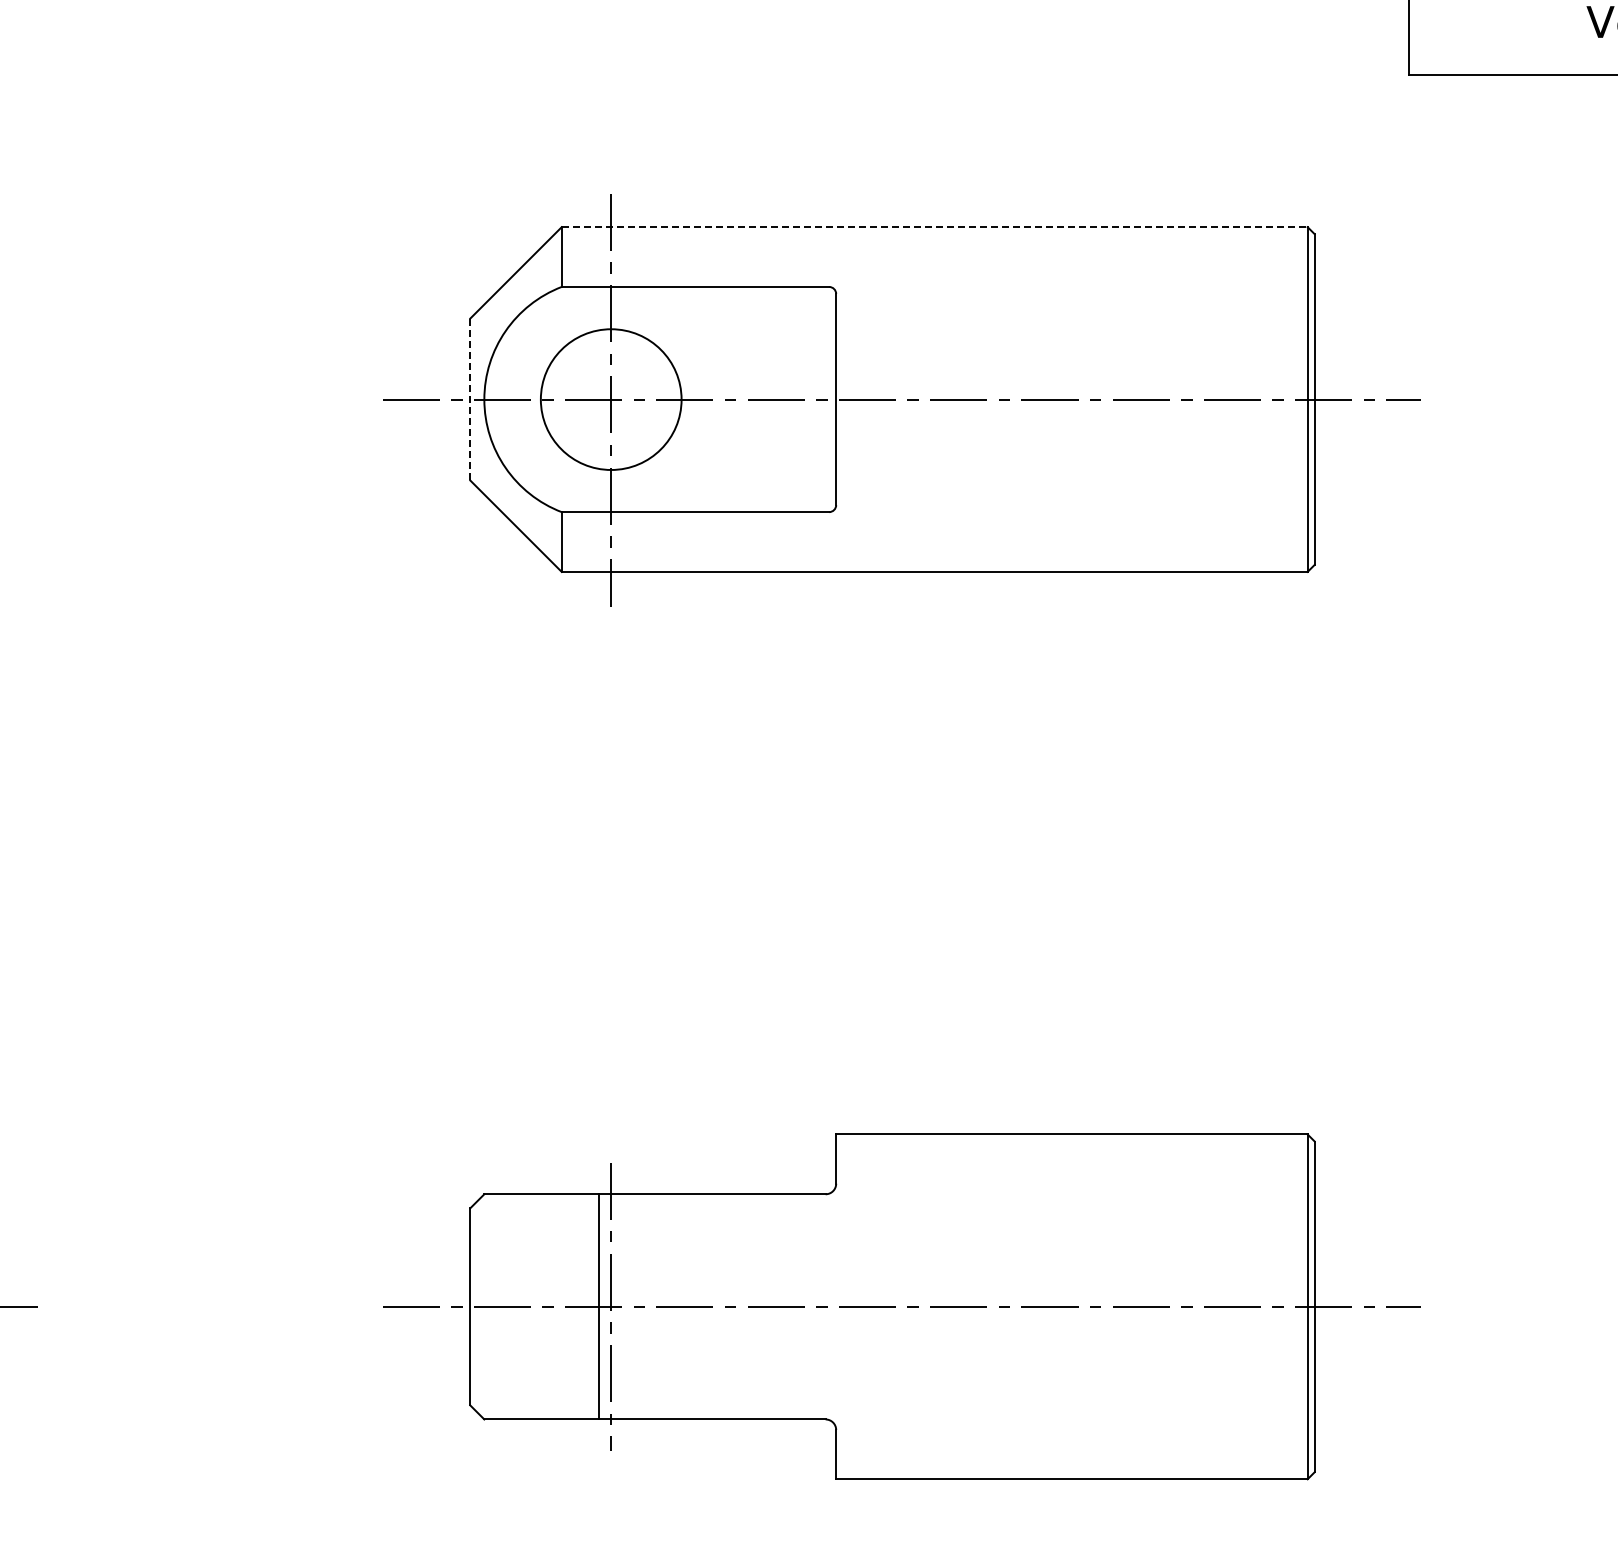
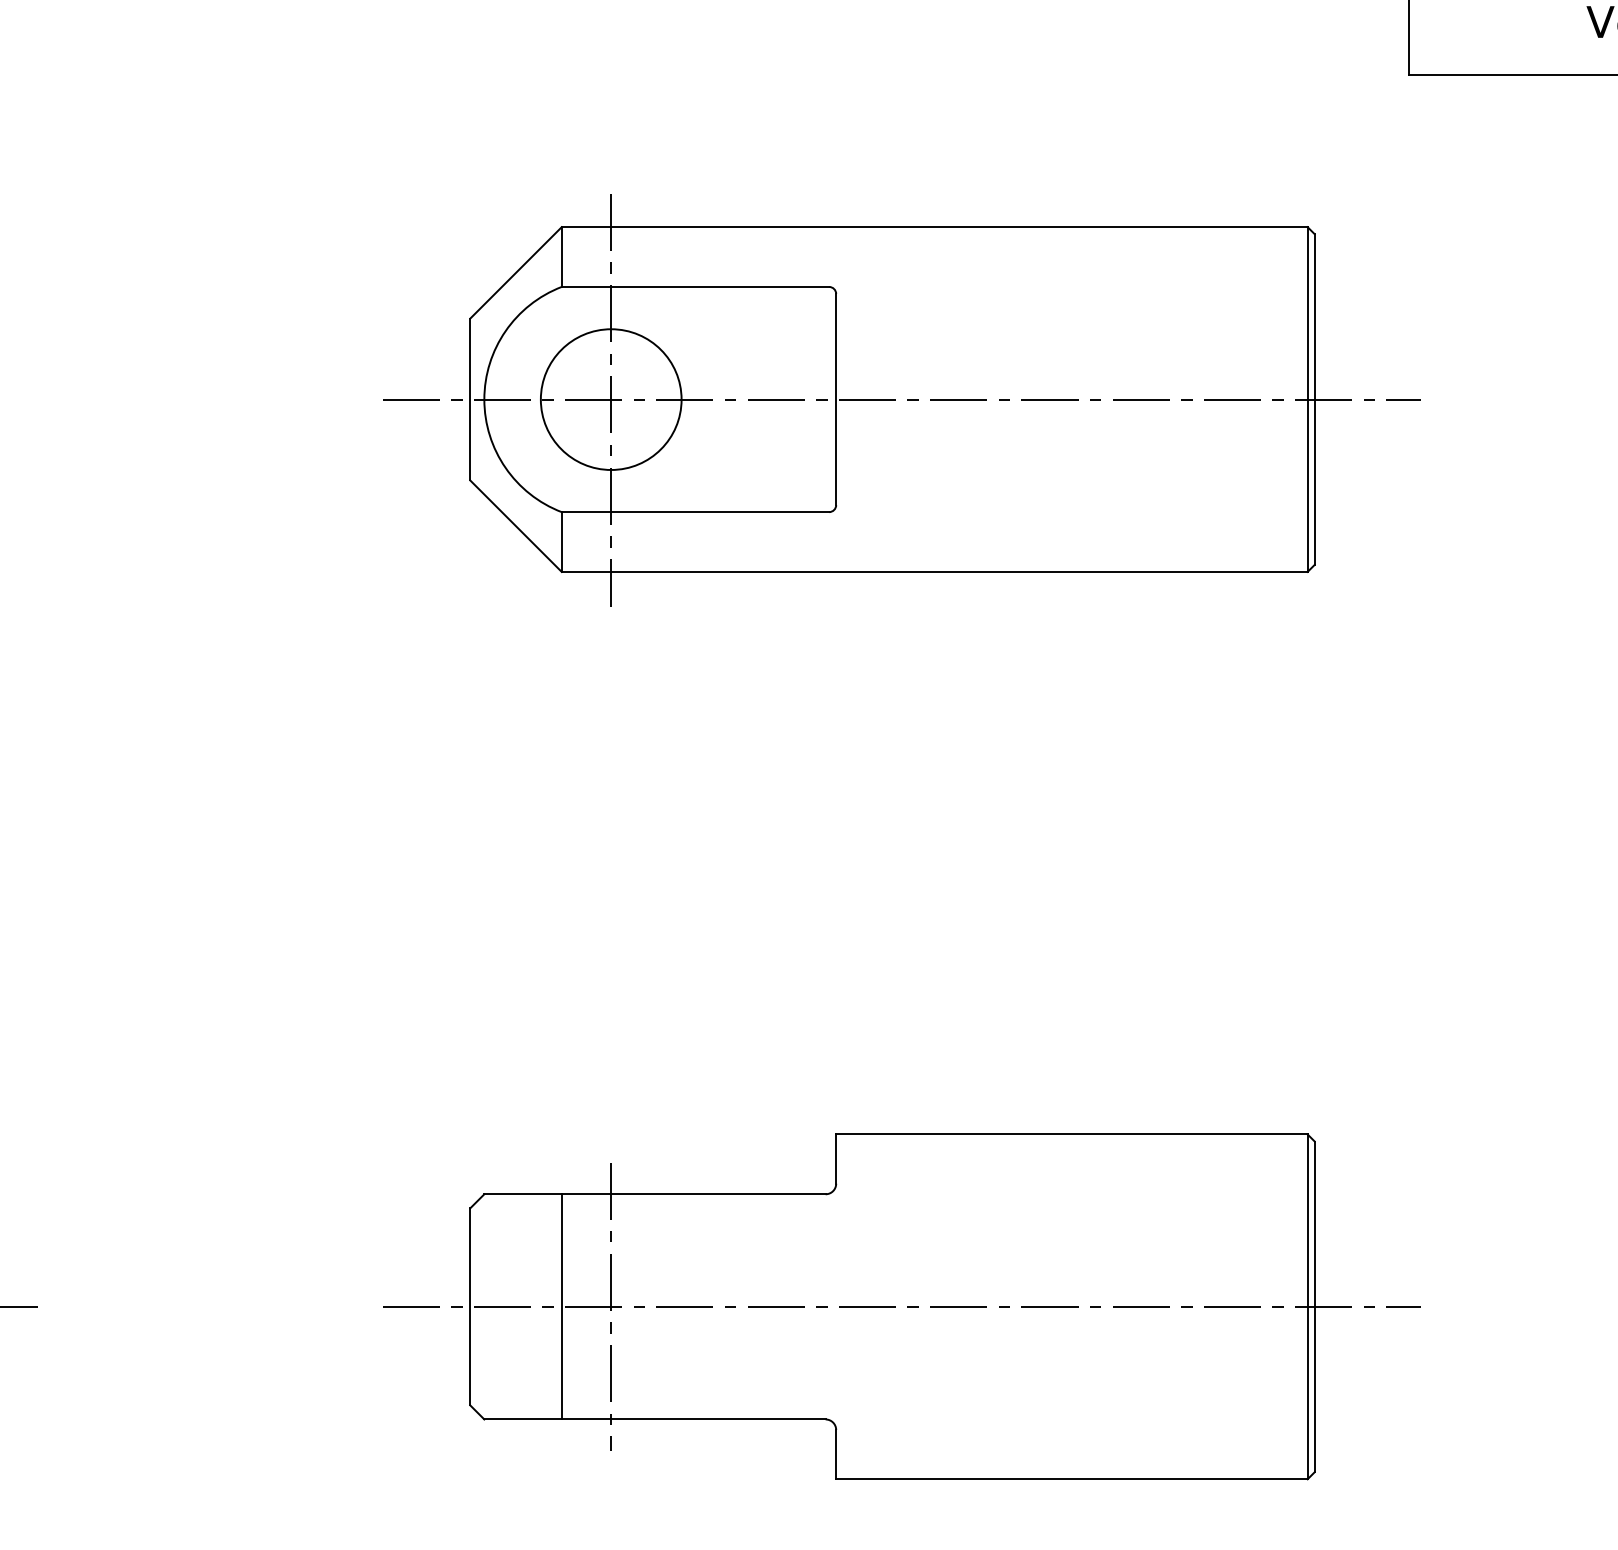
line at (934, 227): dashed -> solid
line at (470, 399): dashed -> solid
line at (598, 1306) position: (598, 1306) -> (561, 1306)
